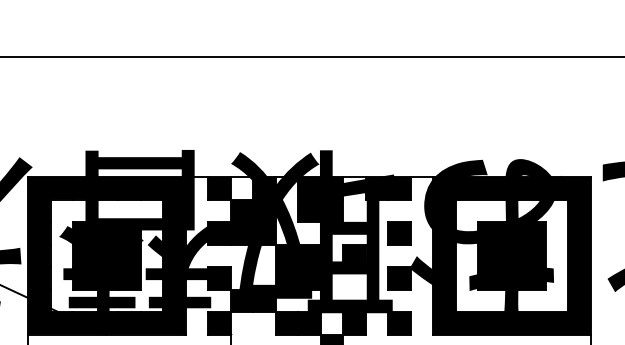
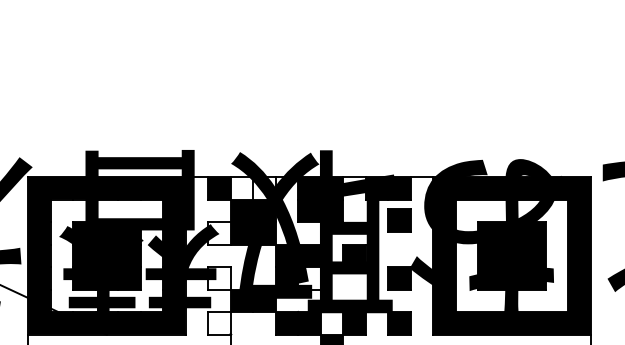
line at (311, 57): present -> none
fill at (264, 188): present -> none
fill at (219, 233): present -> none
part at (399, 233) position: (399, 233) -> (399, 220)
fill at (219, 278): present -> none
fill at (309, 278): present -> none
fill at (219, 323): present -> none
